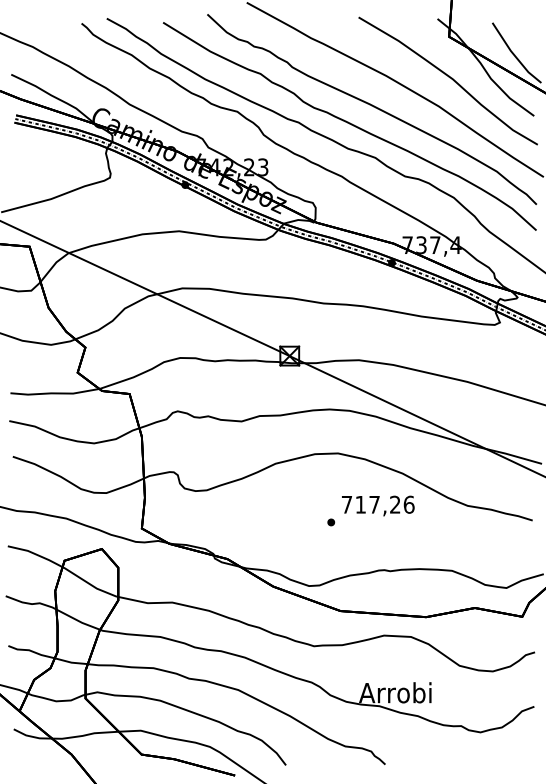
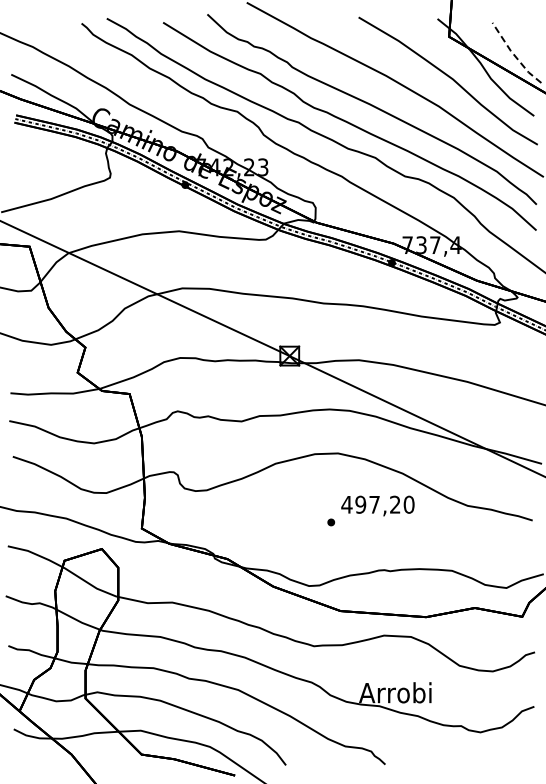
line at (513, 54): solid -> dashed
text at (377, 504): 717,26 -> 497,20
